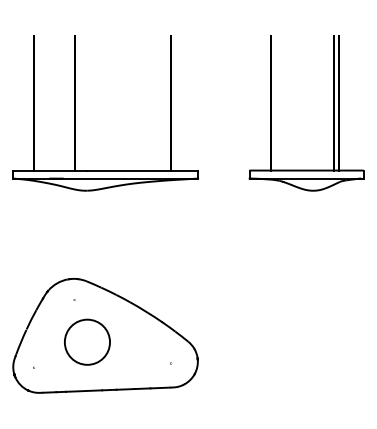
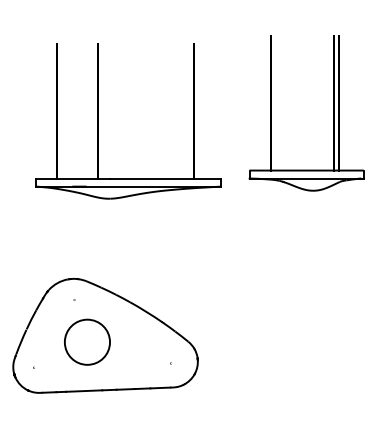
part at (75, 113) position: (75, 113) -> (98, 121)
